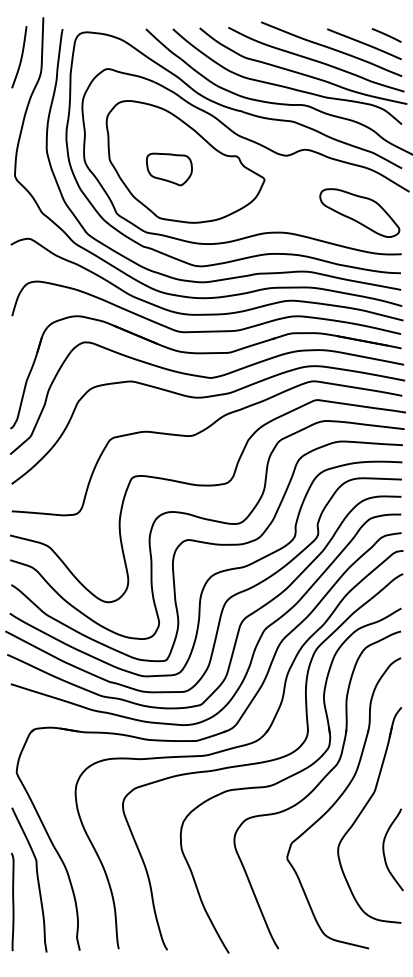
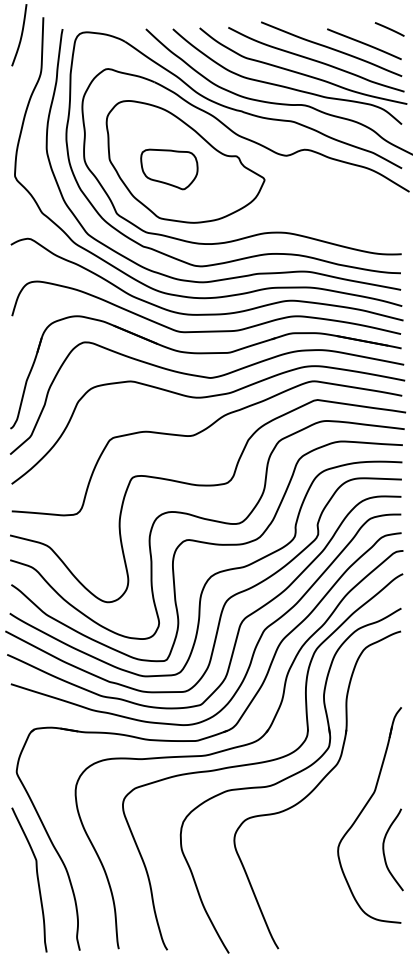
line at (386, 35) position: (386, 35) -> (389, 29)
curve at (20, 57) position: (20, 57) -> (20, 35)
part at (169, 169) size: 47x35 px -> 59x43 px
part at (359, 212): present -> none
part at (343, 803): present -> none
line at (12, 901): present -> none
